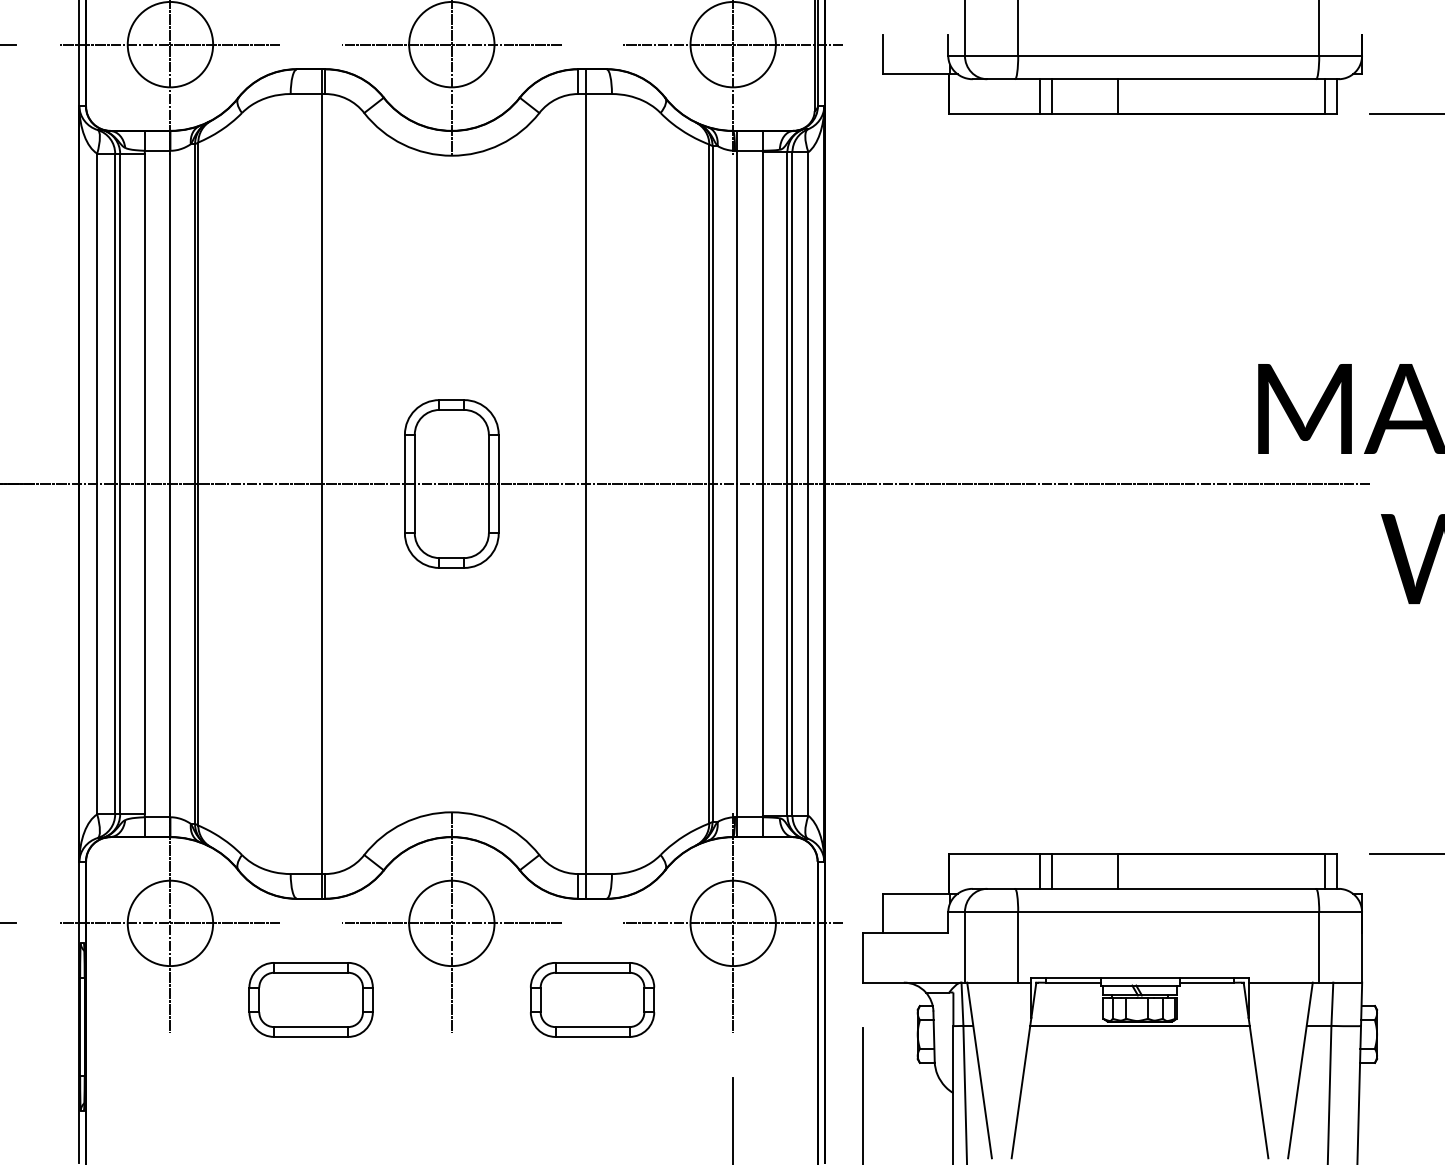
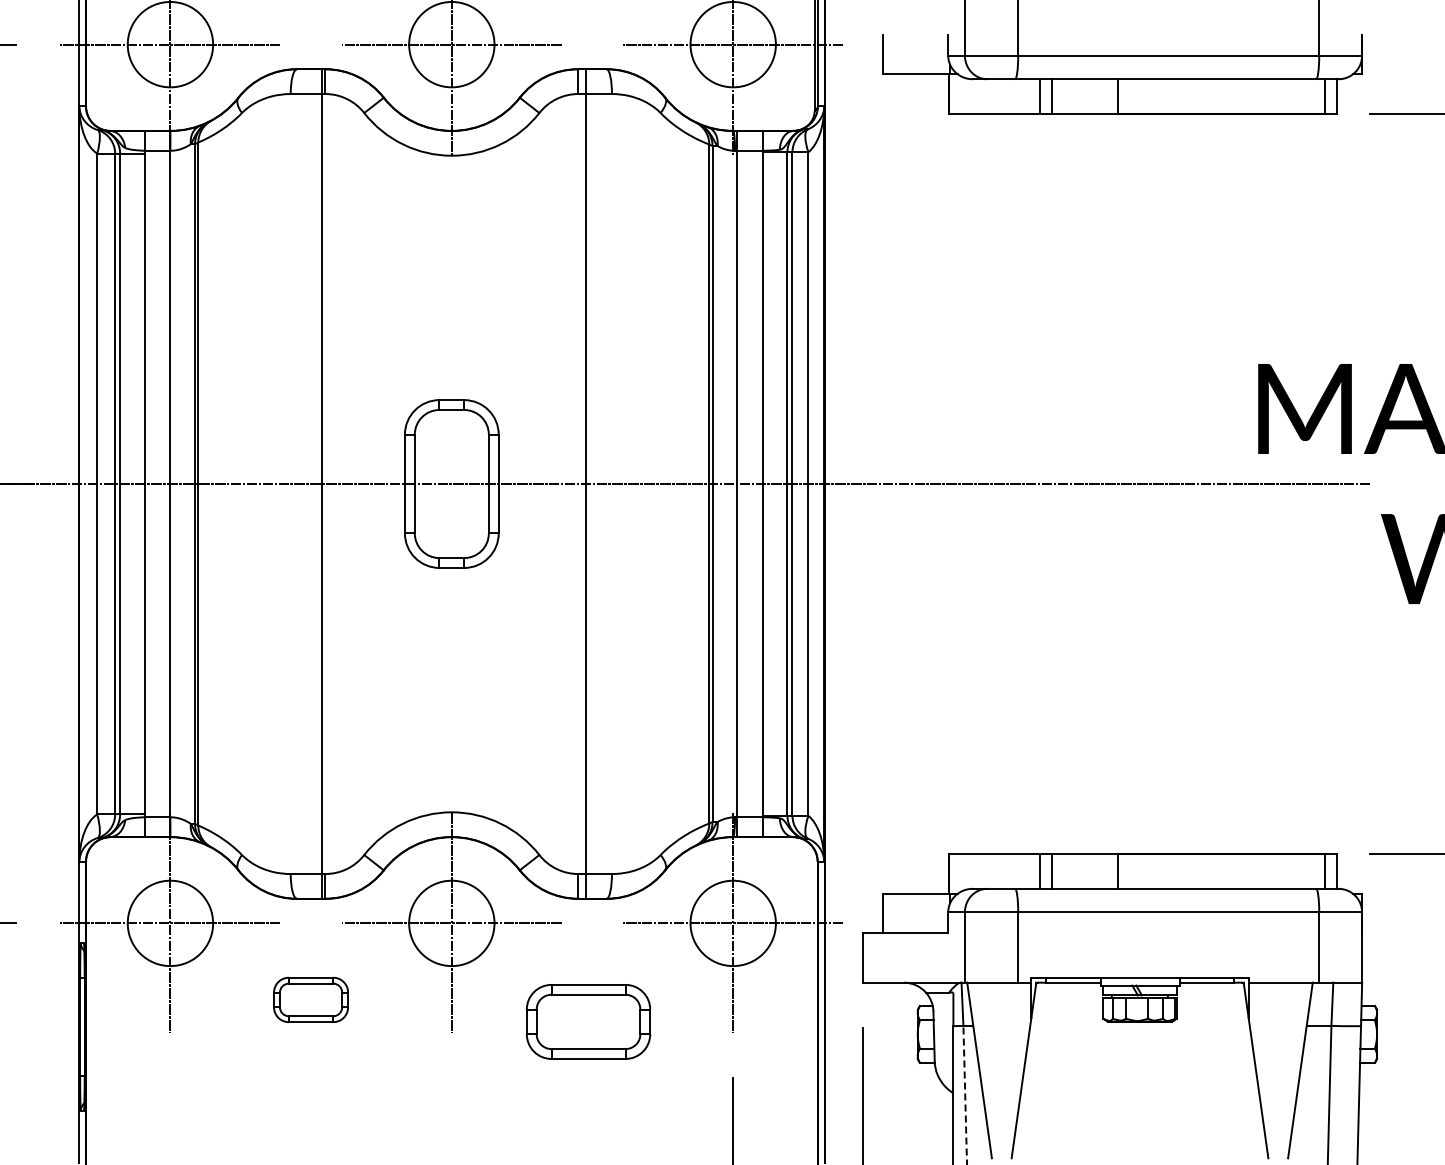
part at (310, 999) size: 126x76 px -> 76x47 px
part at (592, 999) position: (592, 999) -> (588, 1021)
line at (1139, 1025): present -> none
line at (965, 1094): solid -> dashed
